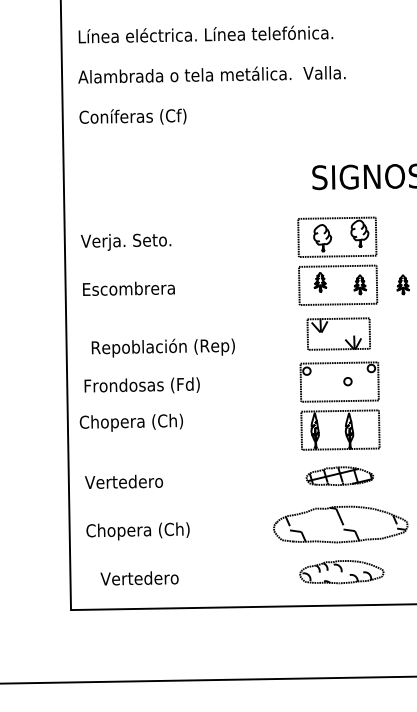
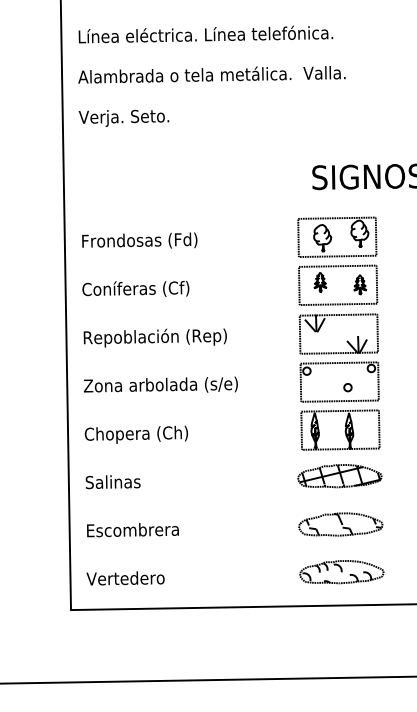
text at (132, 117): Coníferas (Cf) -> Verja. Seto.
text at (138, 241): Verja. Seto. -> Frondosas (Fd)
part at (402, 284): present -> none
text at (135, 288): Escombrera -> Coníferas (Cf)
part at (338, 333) size: 65x34 px -> 81x42 px
text at (162, 347) position: (162, 347) -> (154, 337)
part at (347, 381) position: (347, 381) -> (347, 387)
text at (160, 384): Frondosas (Fd) -> Zona arbolada (s/e)
text at (130, 422) position: (130, 422) -> (135, 434)
part at (339, 475) size: 70x20 px -> 86x25 px
text at (123, 481): Vertedero -> Salinas
part at (340, 524) size: 136x39 px -> 86x25 px
text at (137, 531): Chopera (Ch) -> Escombrera
text at (139, 578) position: (139, 578) -> (125, 578)
